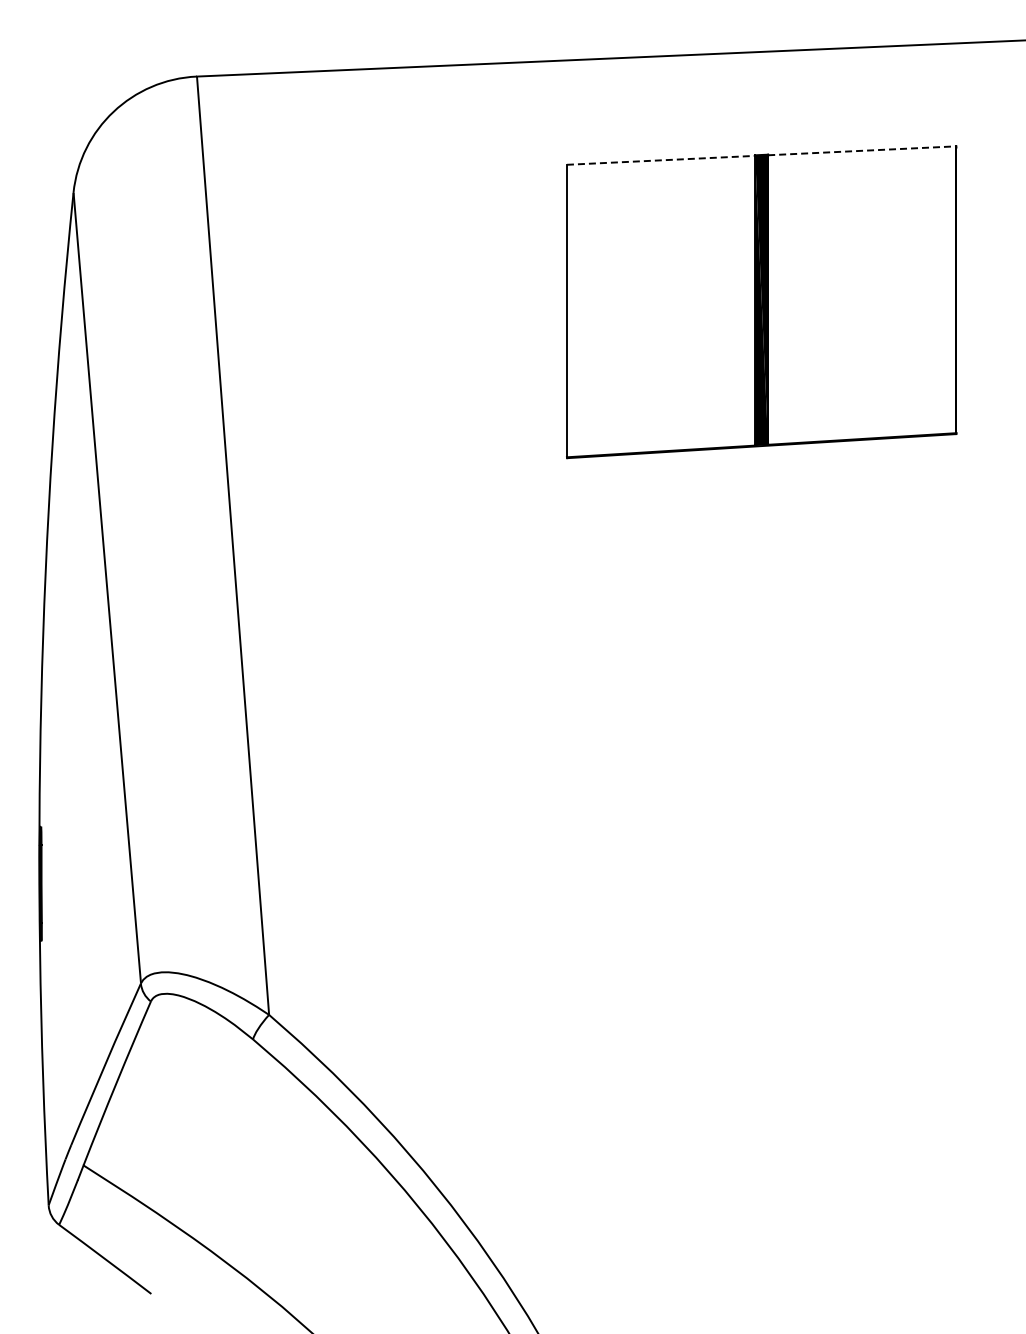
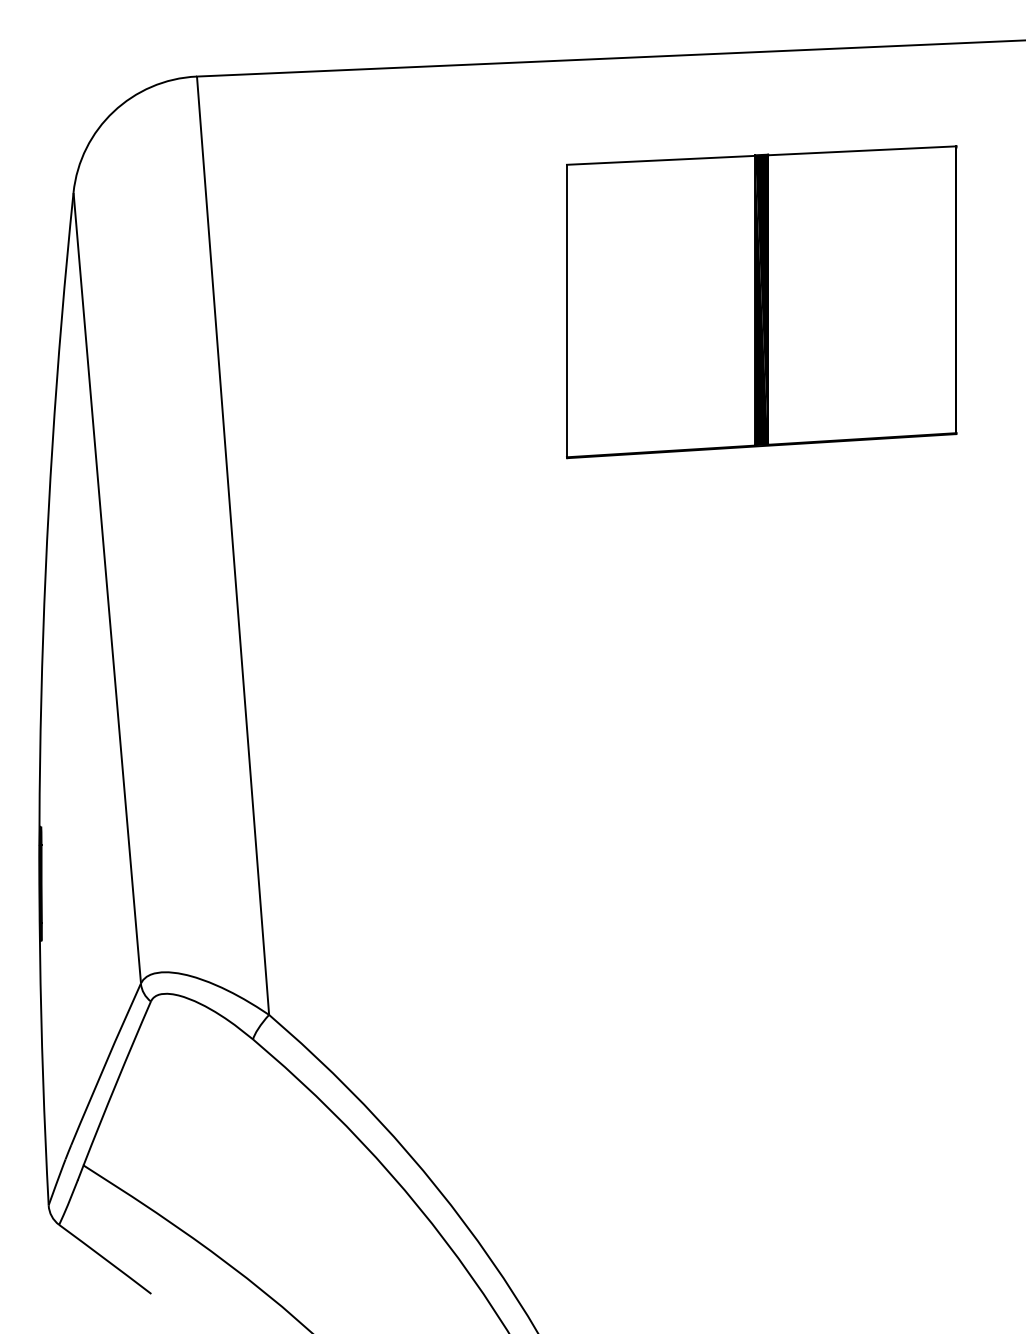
line at (862, 150): dashed -> solid
line at (661, 160): dashed -> solid
